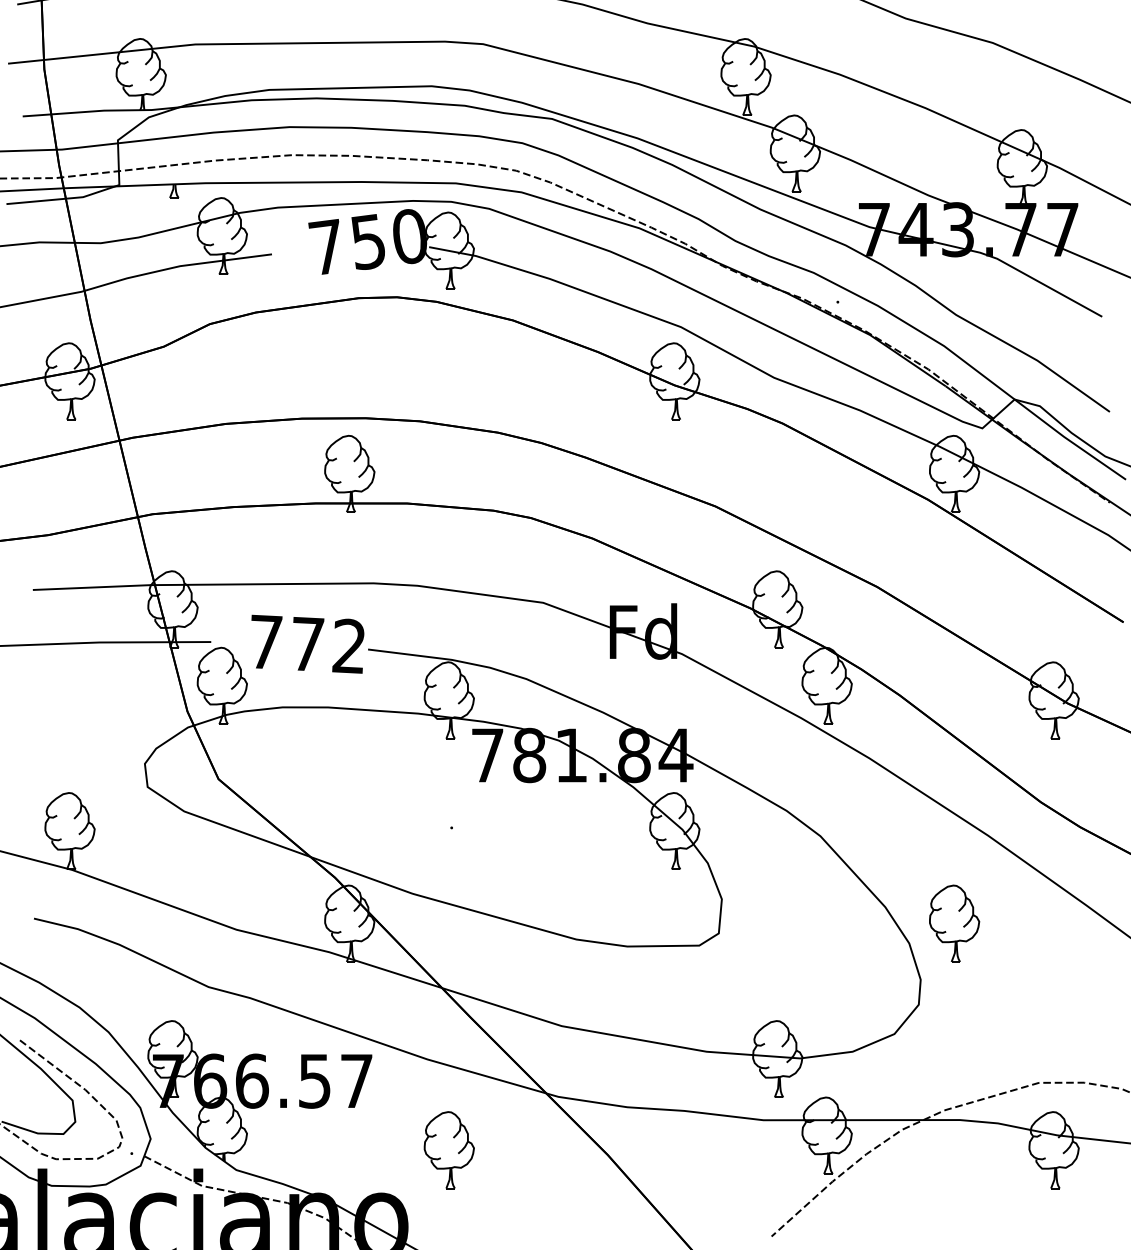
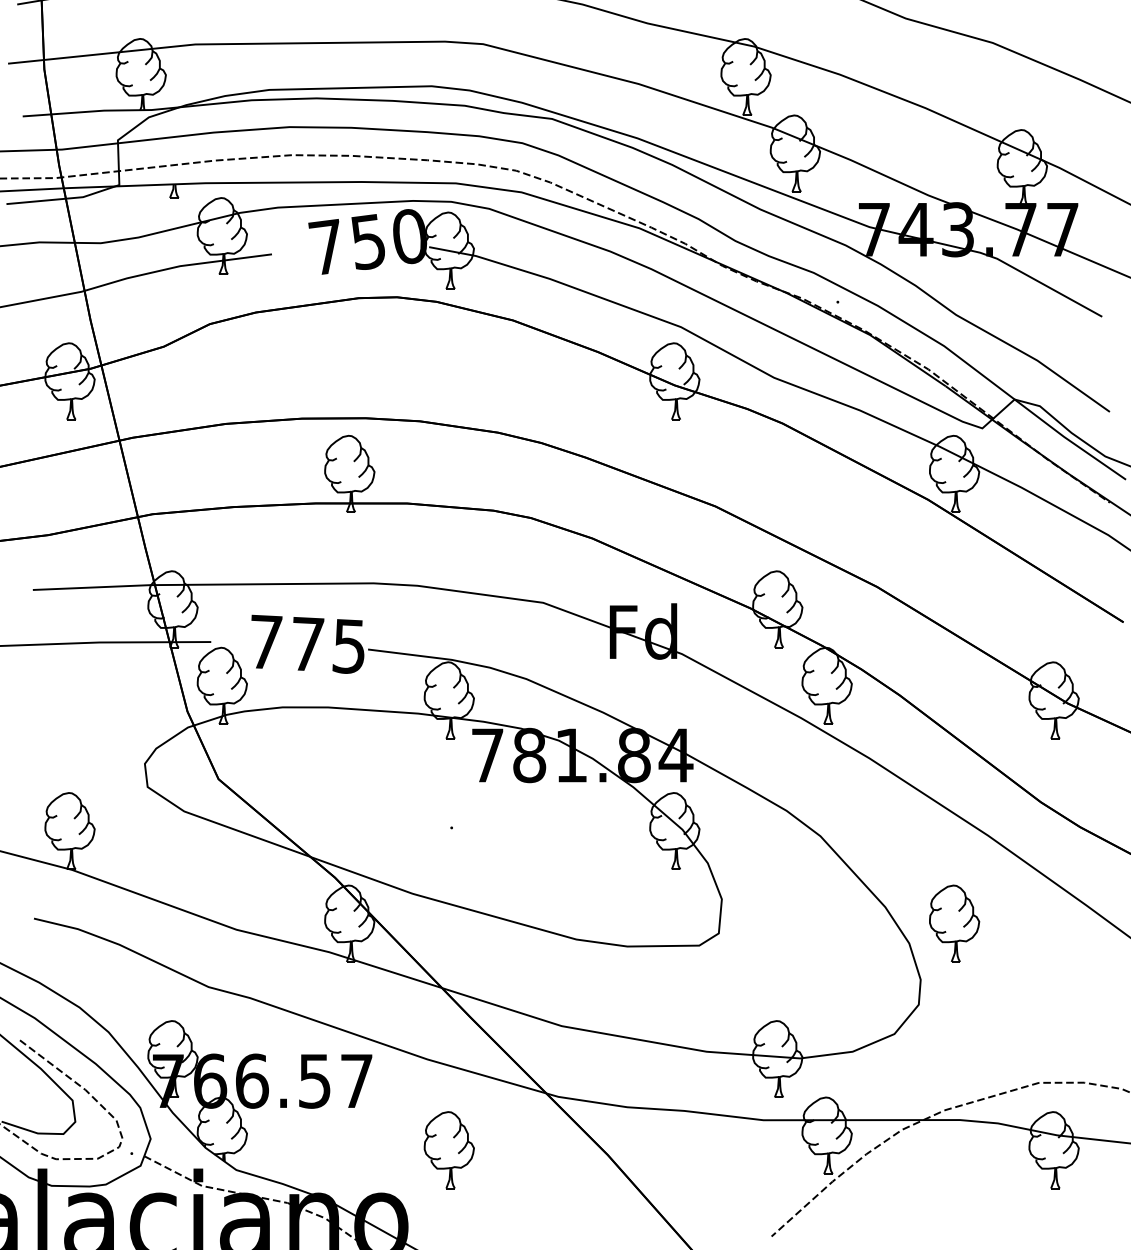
text at (348, 645): 772 -> 775
